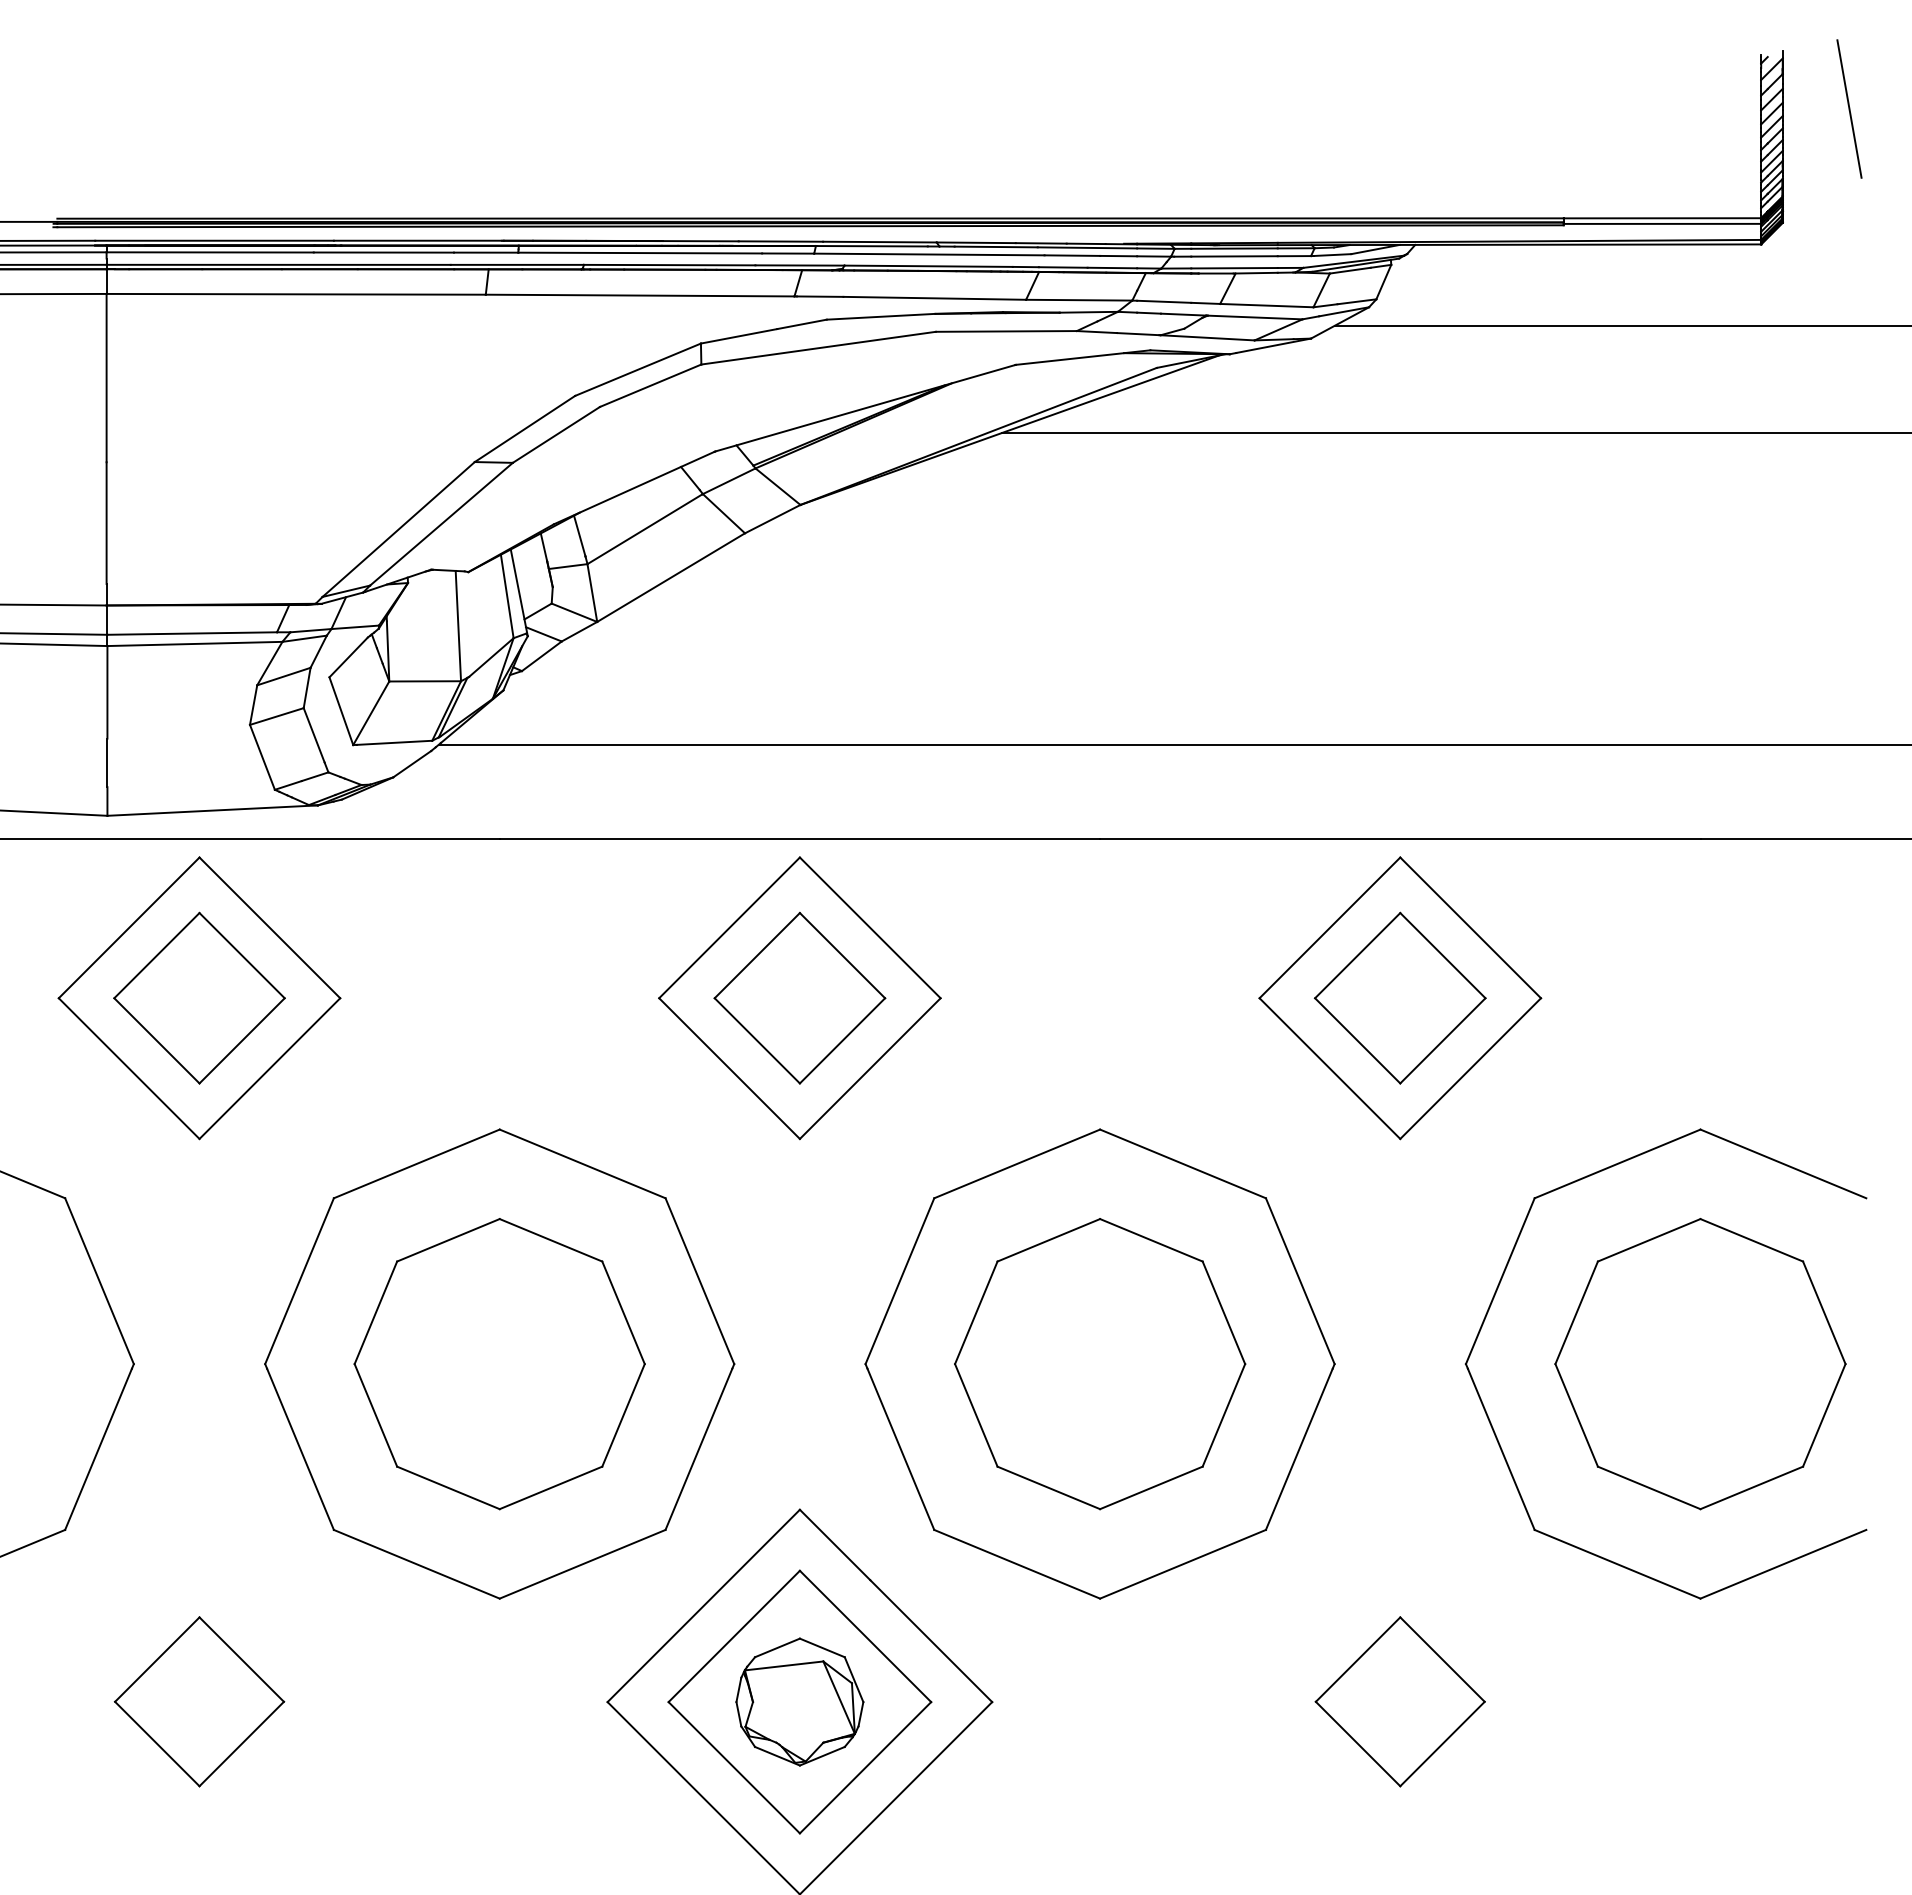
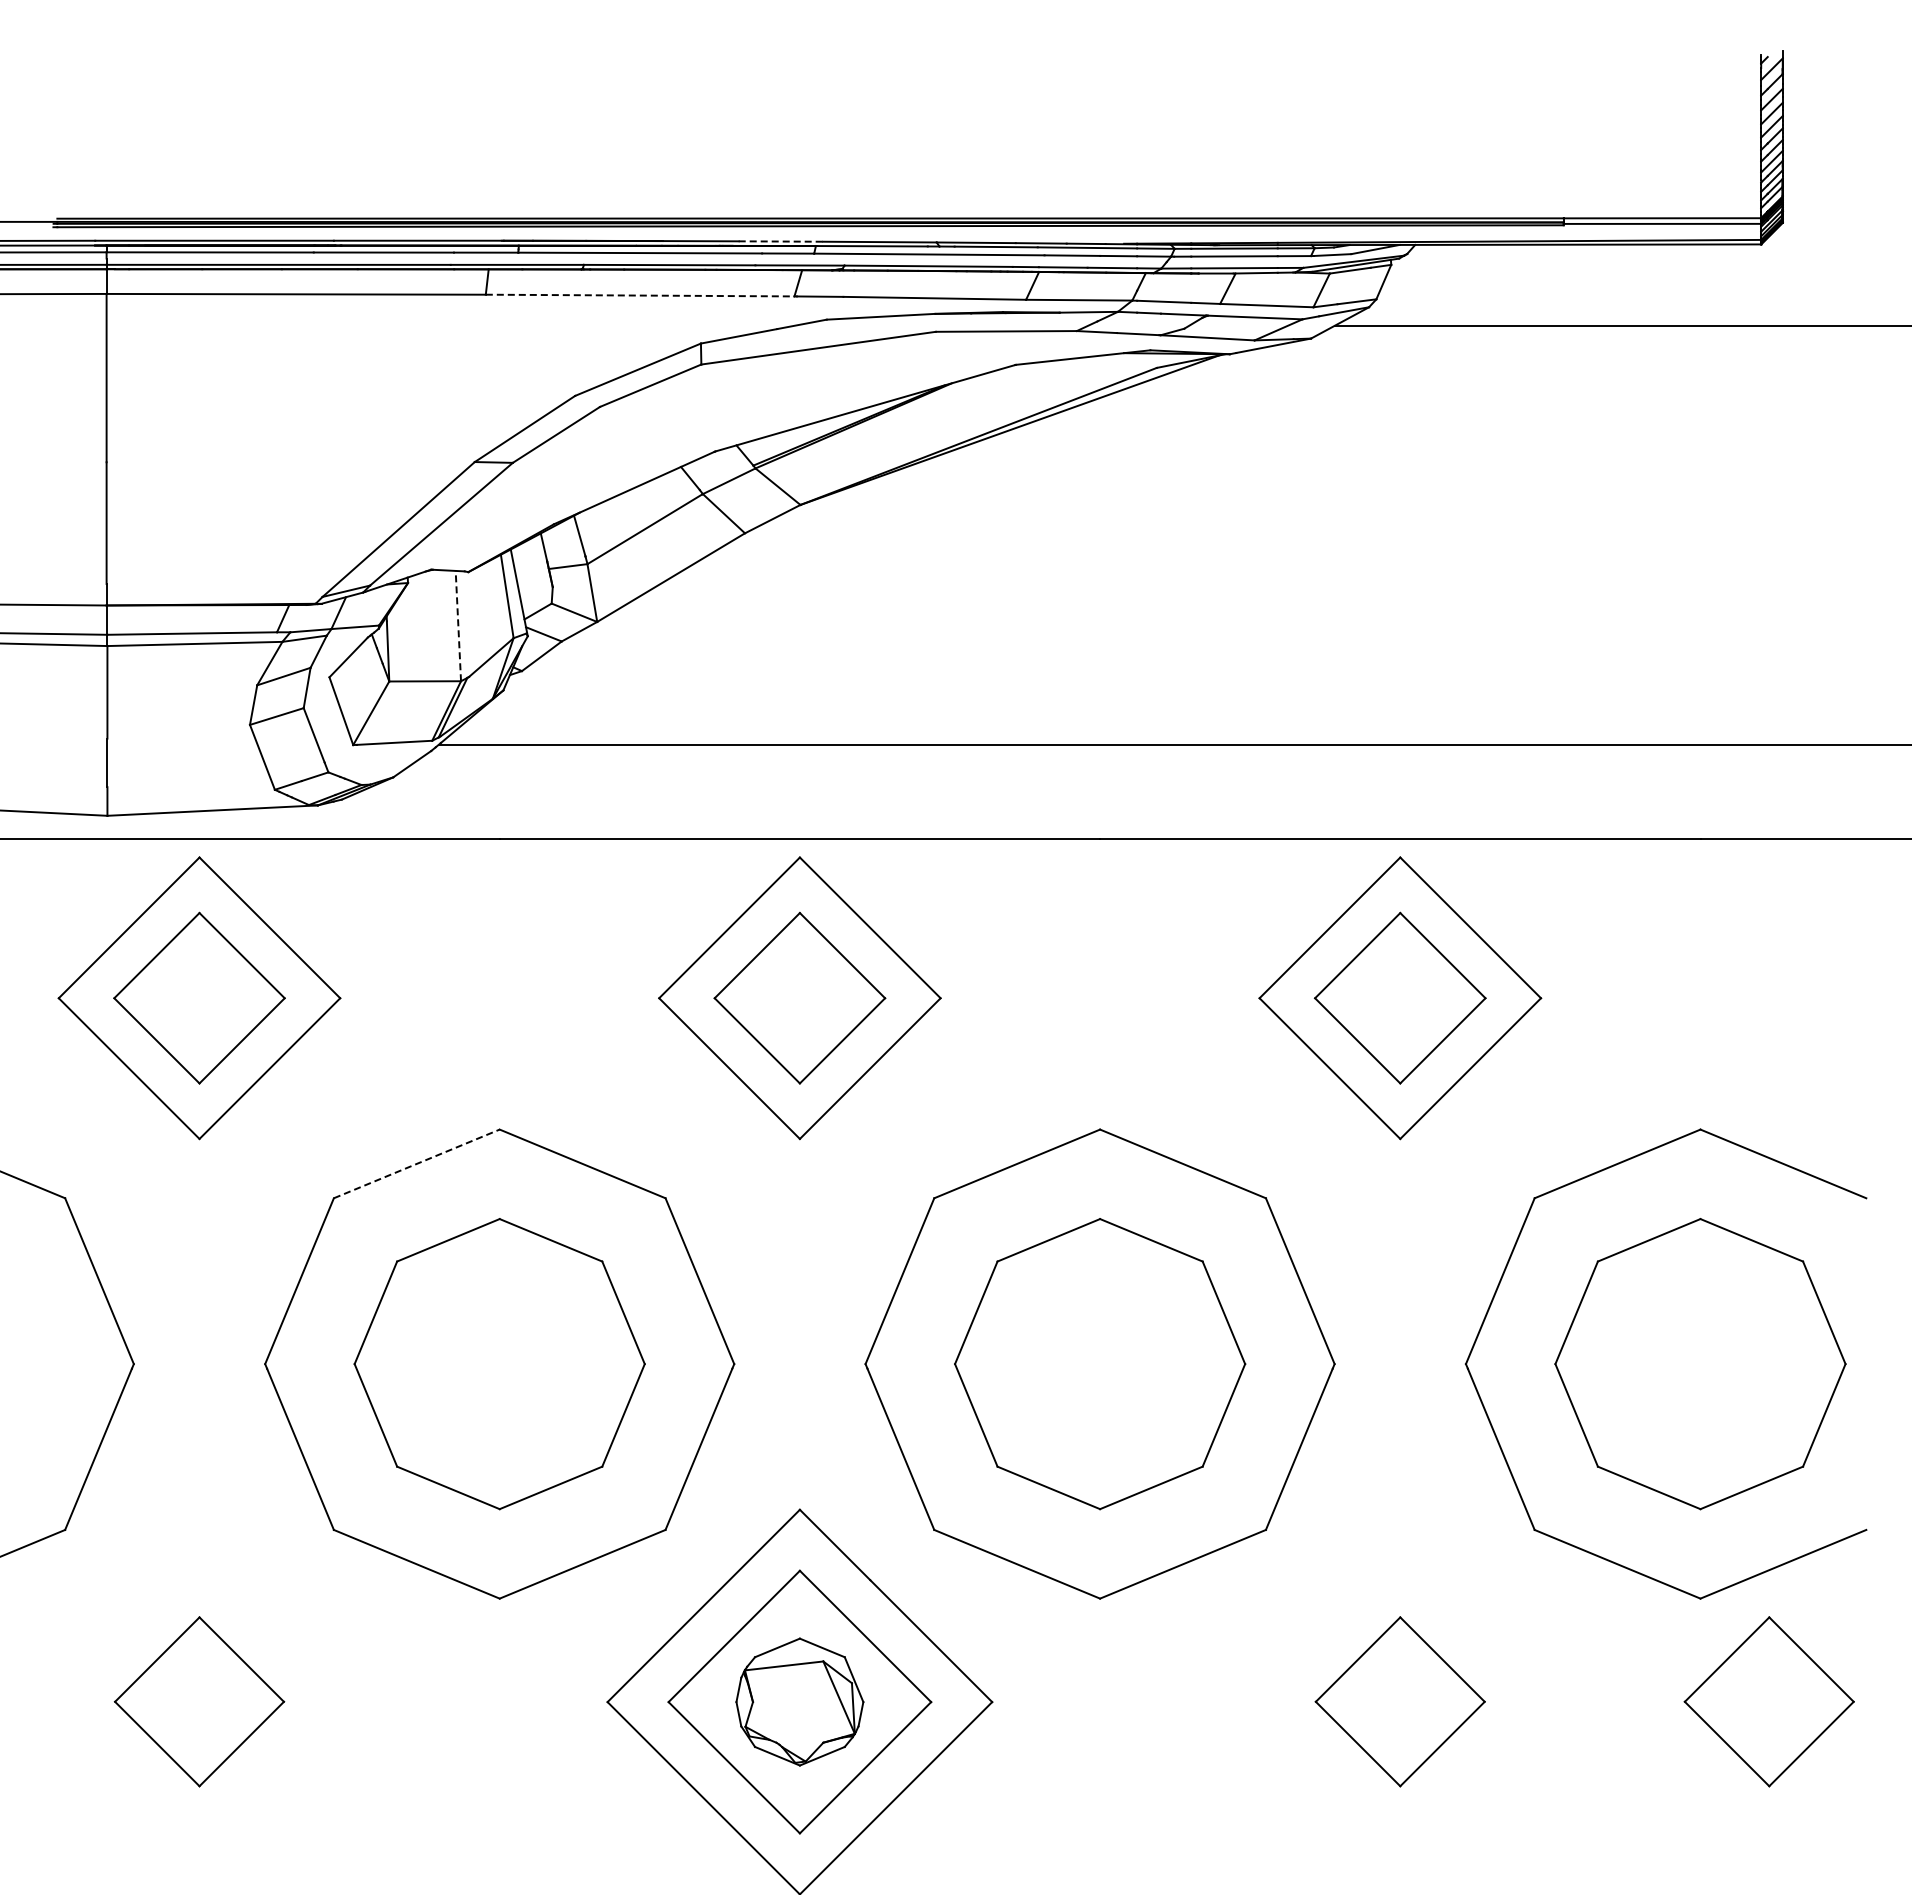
line at (1849, 108): present -> none
line at (781, 241): solid -> dashed
line at (640, 295): solid -> dashed
line at (1454, 433): present -> none
line at (458, 625): solid -> dashed
line at (416, 1163): solid -> dashed
part at (1768, 1701): none -> present
